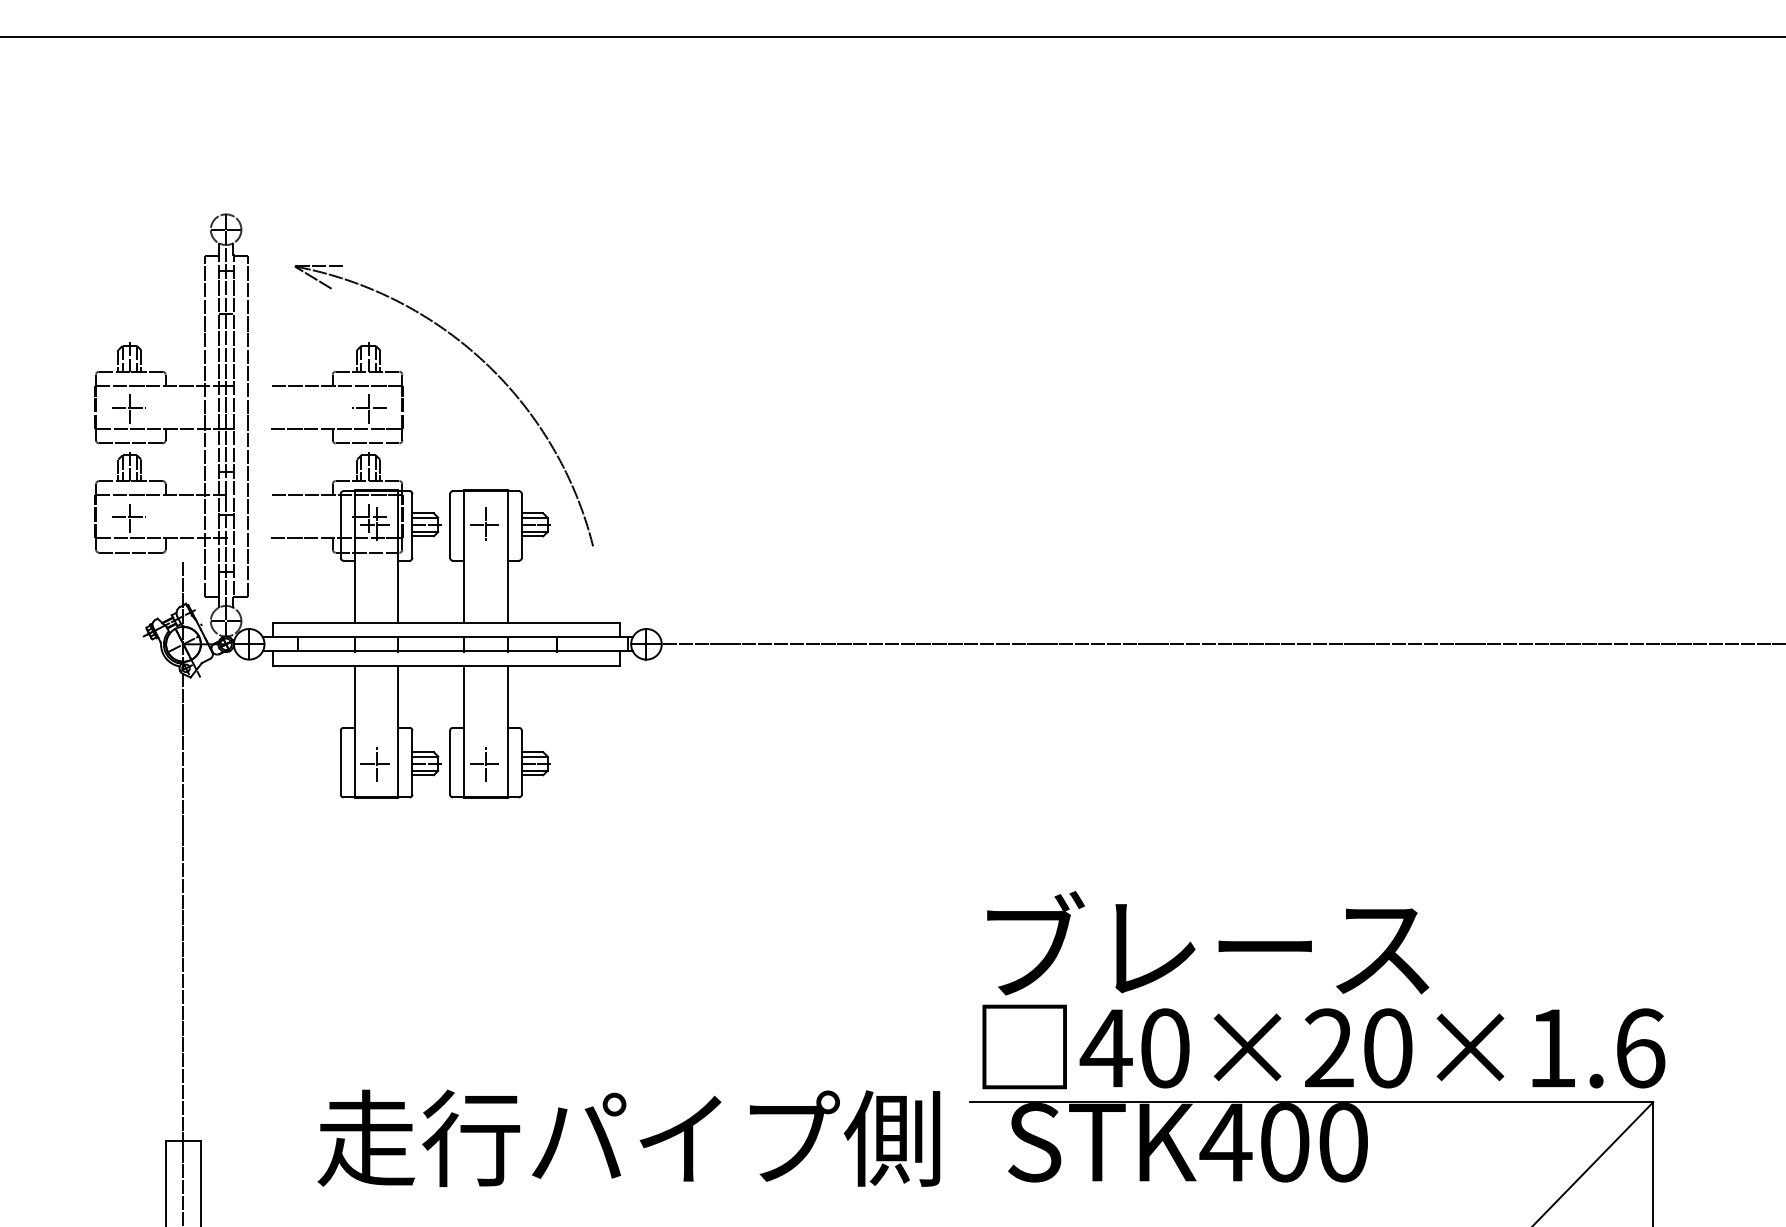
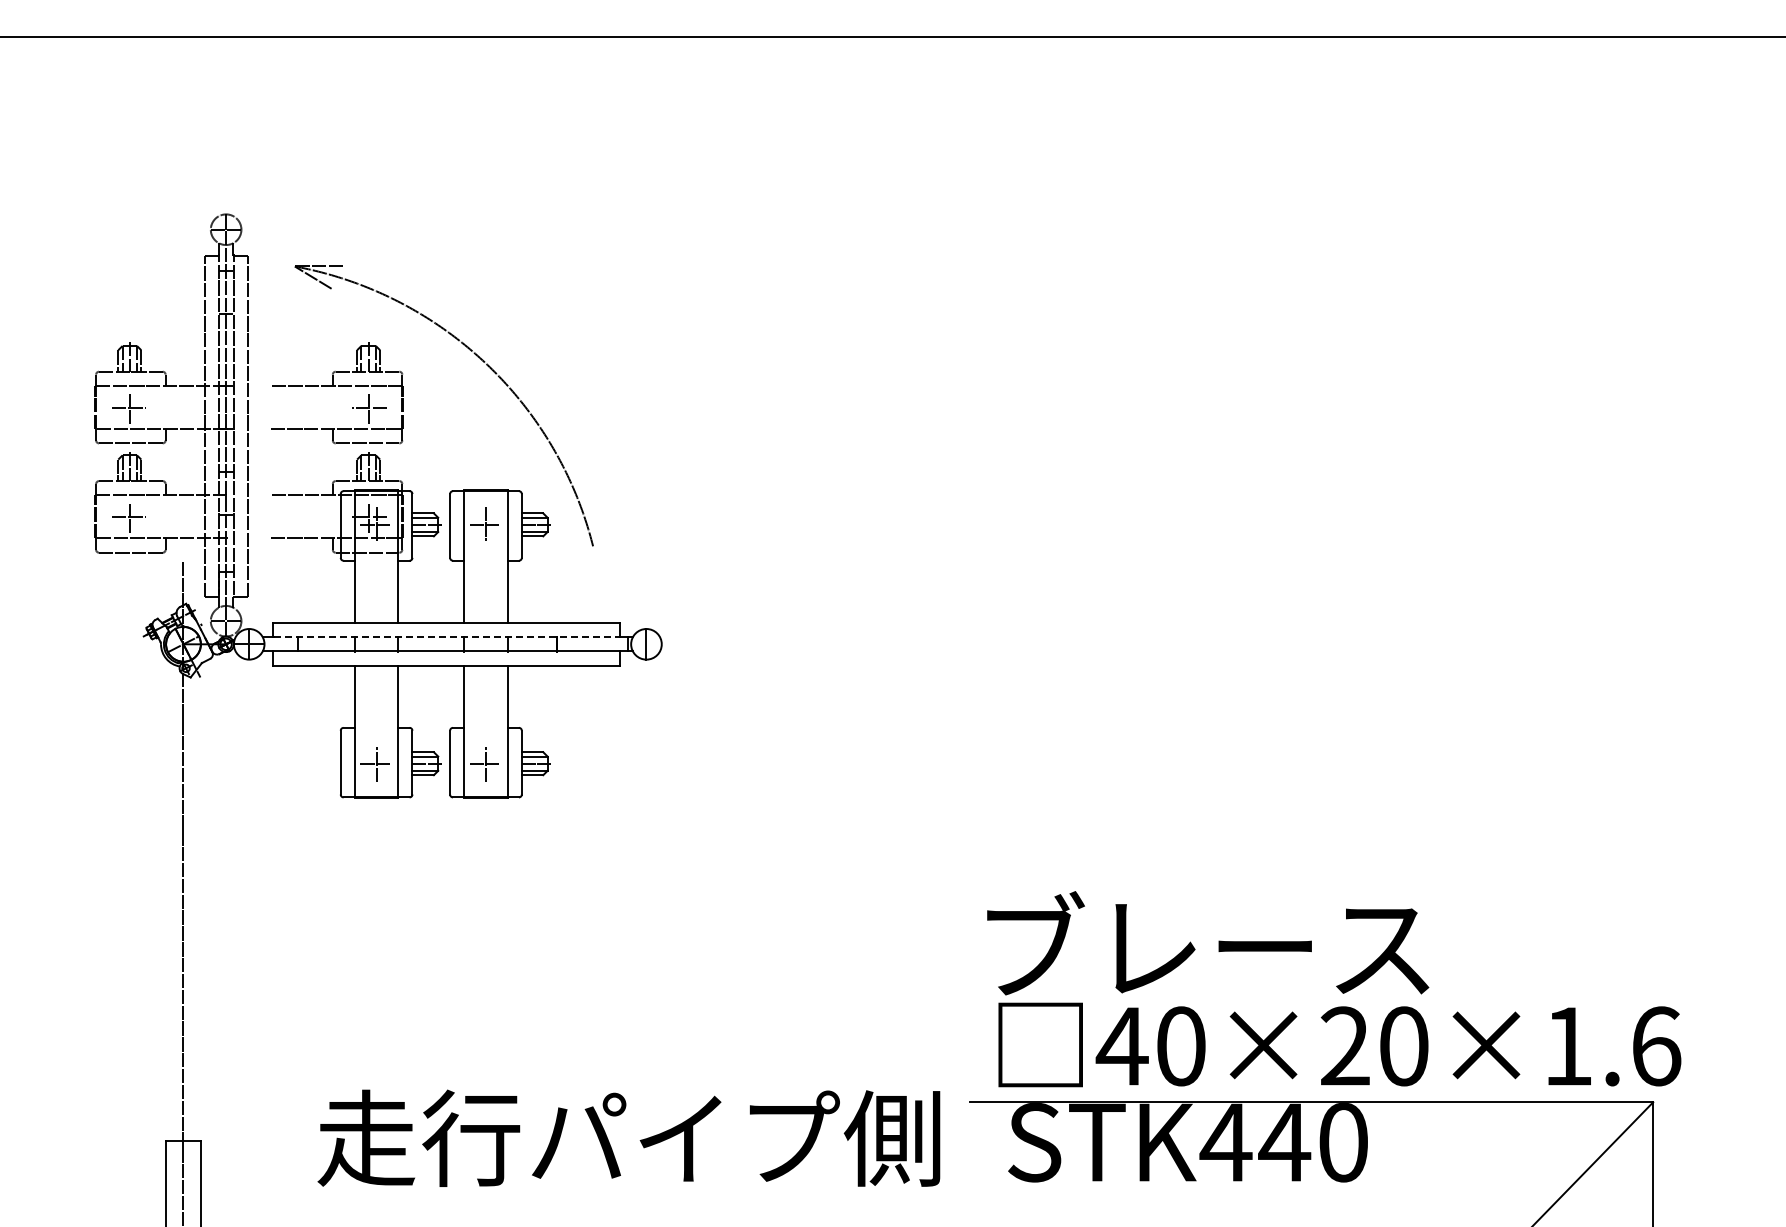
line at (447, 637): solid -> dashed
line at (1206, 644): present -> none
text at (1323, 1046) position: (1323, 1046) -> (1339, 1044)
text at (1284, 1142): STK400 -> STK440
